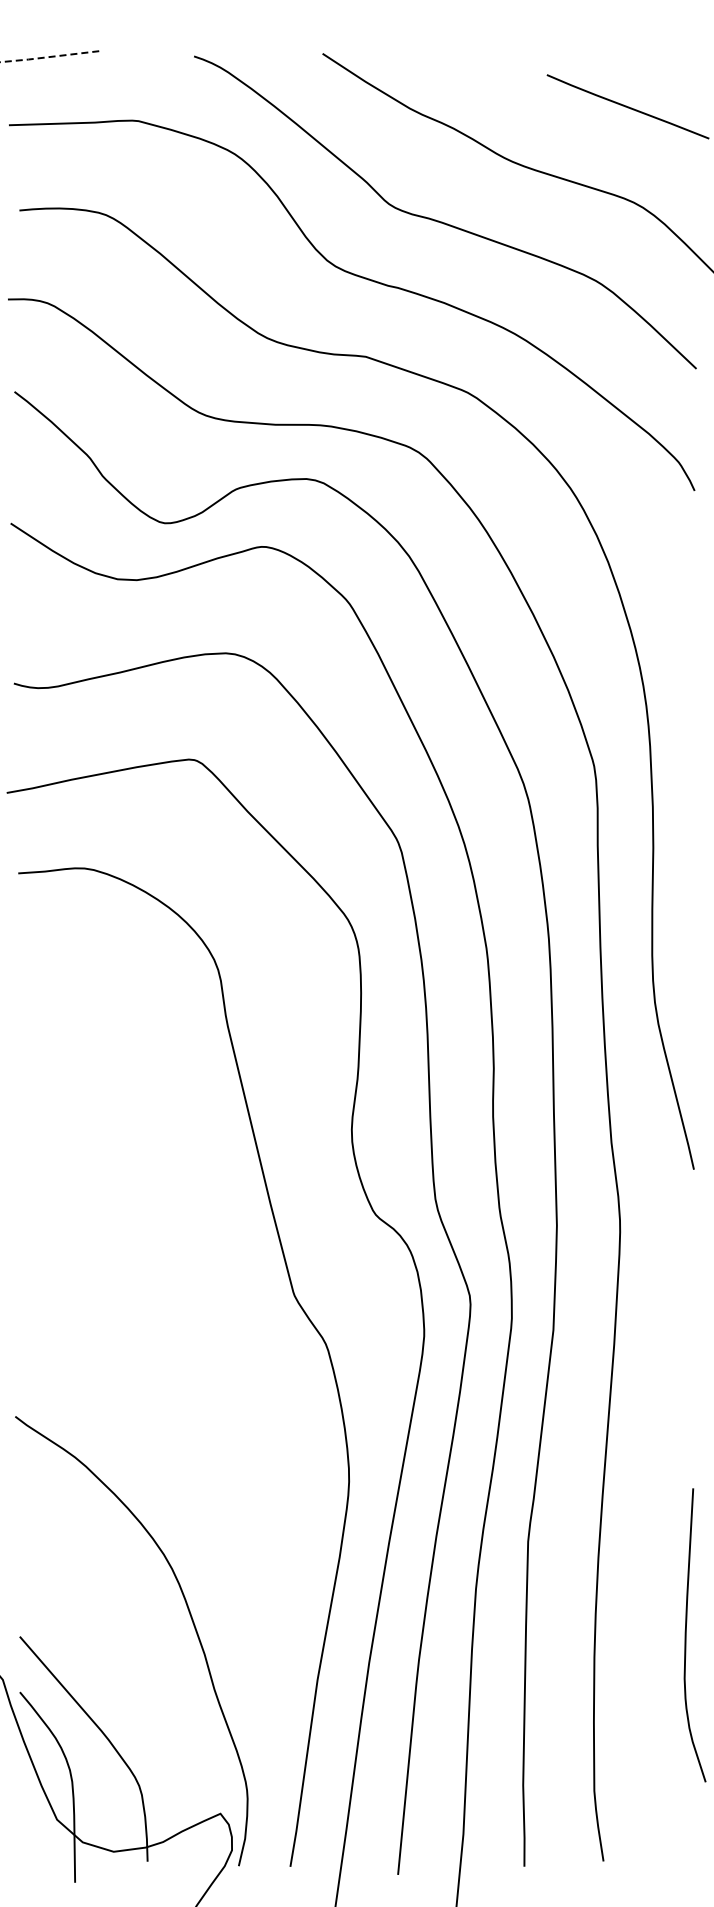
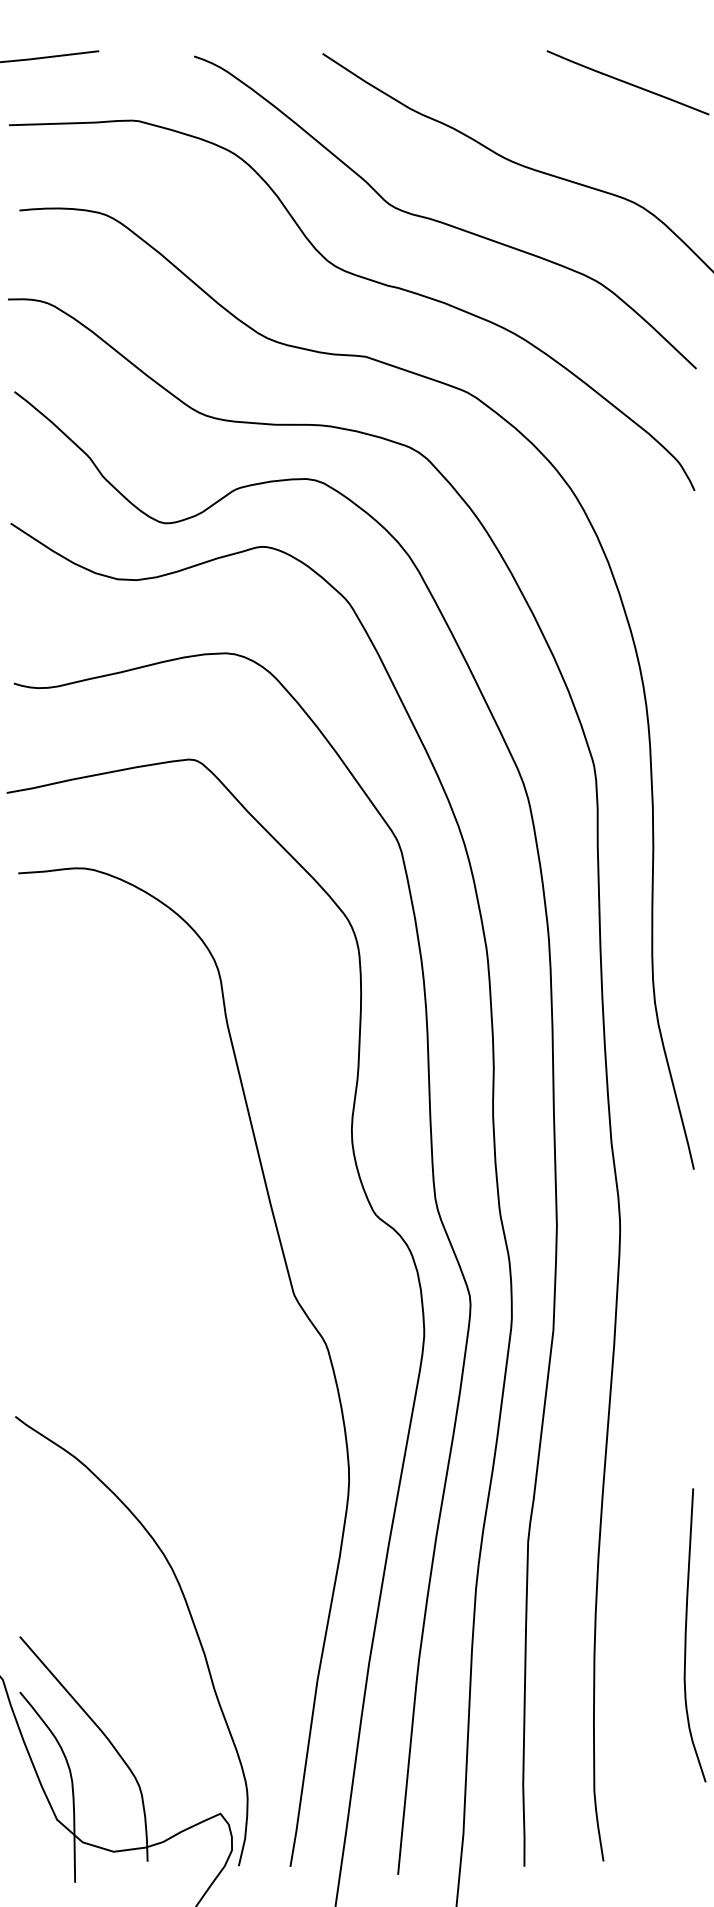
line at (49, 57): dashed -> solid
line at (627, 106) position: (627, 106) -> (627, 82)
